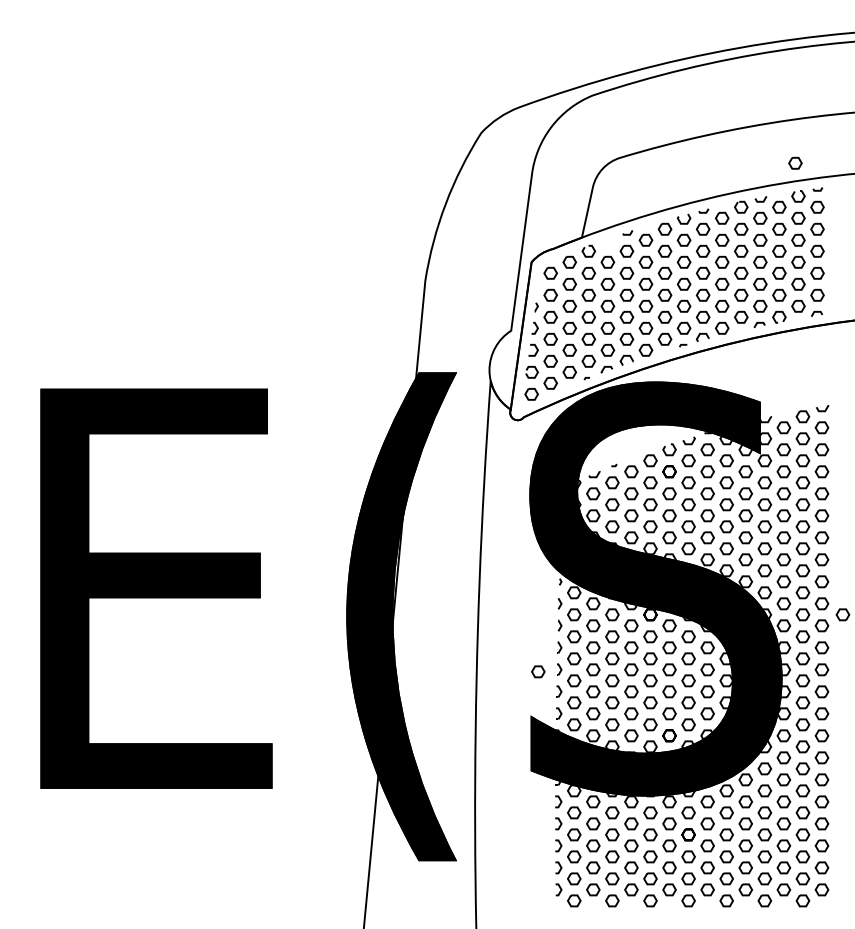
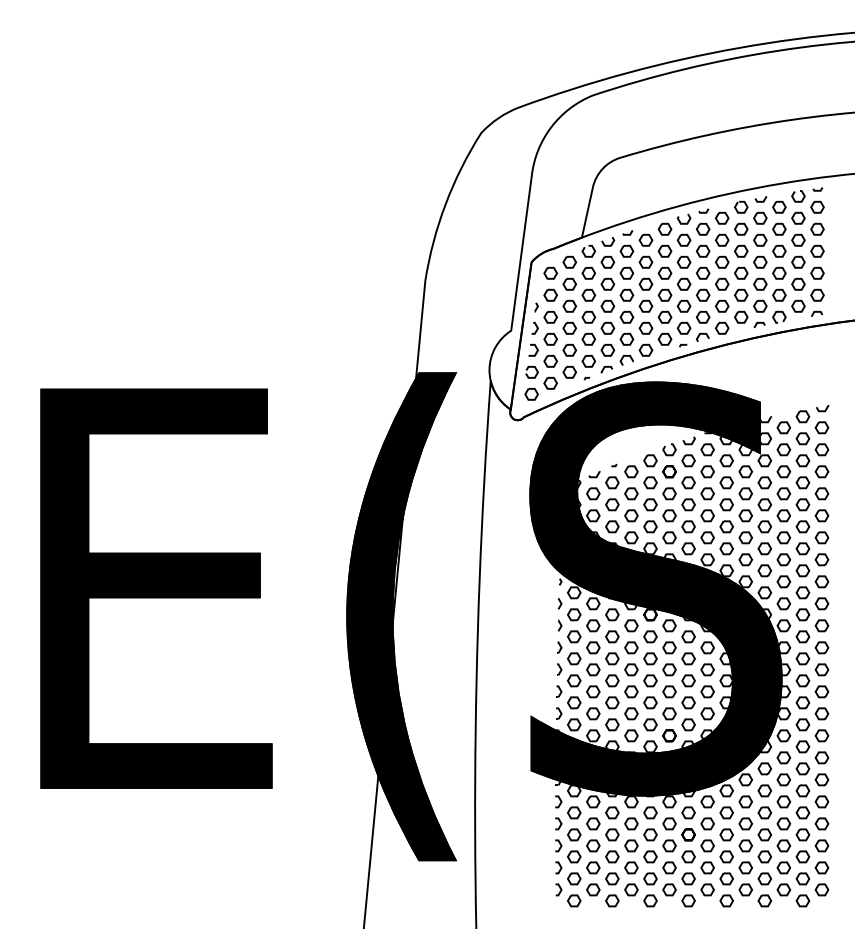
part at (795, 162): present -> none
line at (608, 244): none -> present
part at (842, 614): present -> none
part at (538, 671): present -> none
